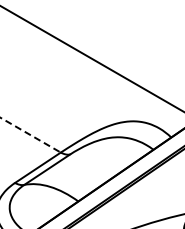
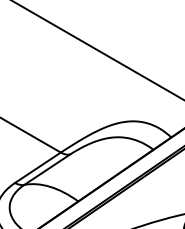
line at (91, 58) position: (91, 58) -> (97, 50)
line at (30, 135): dashed -> solid
